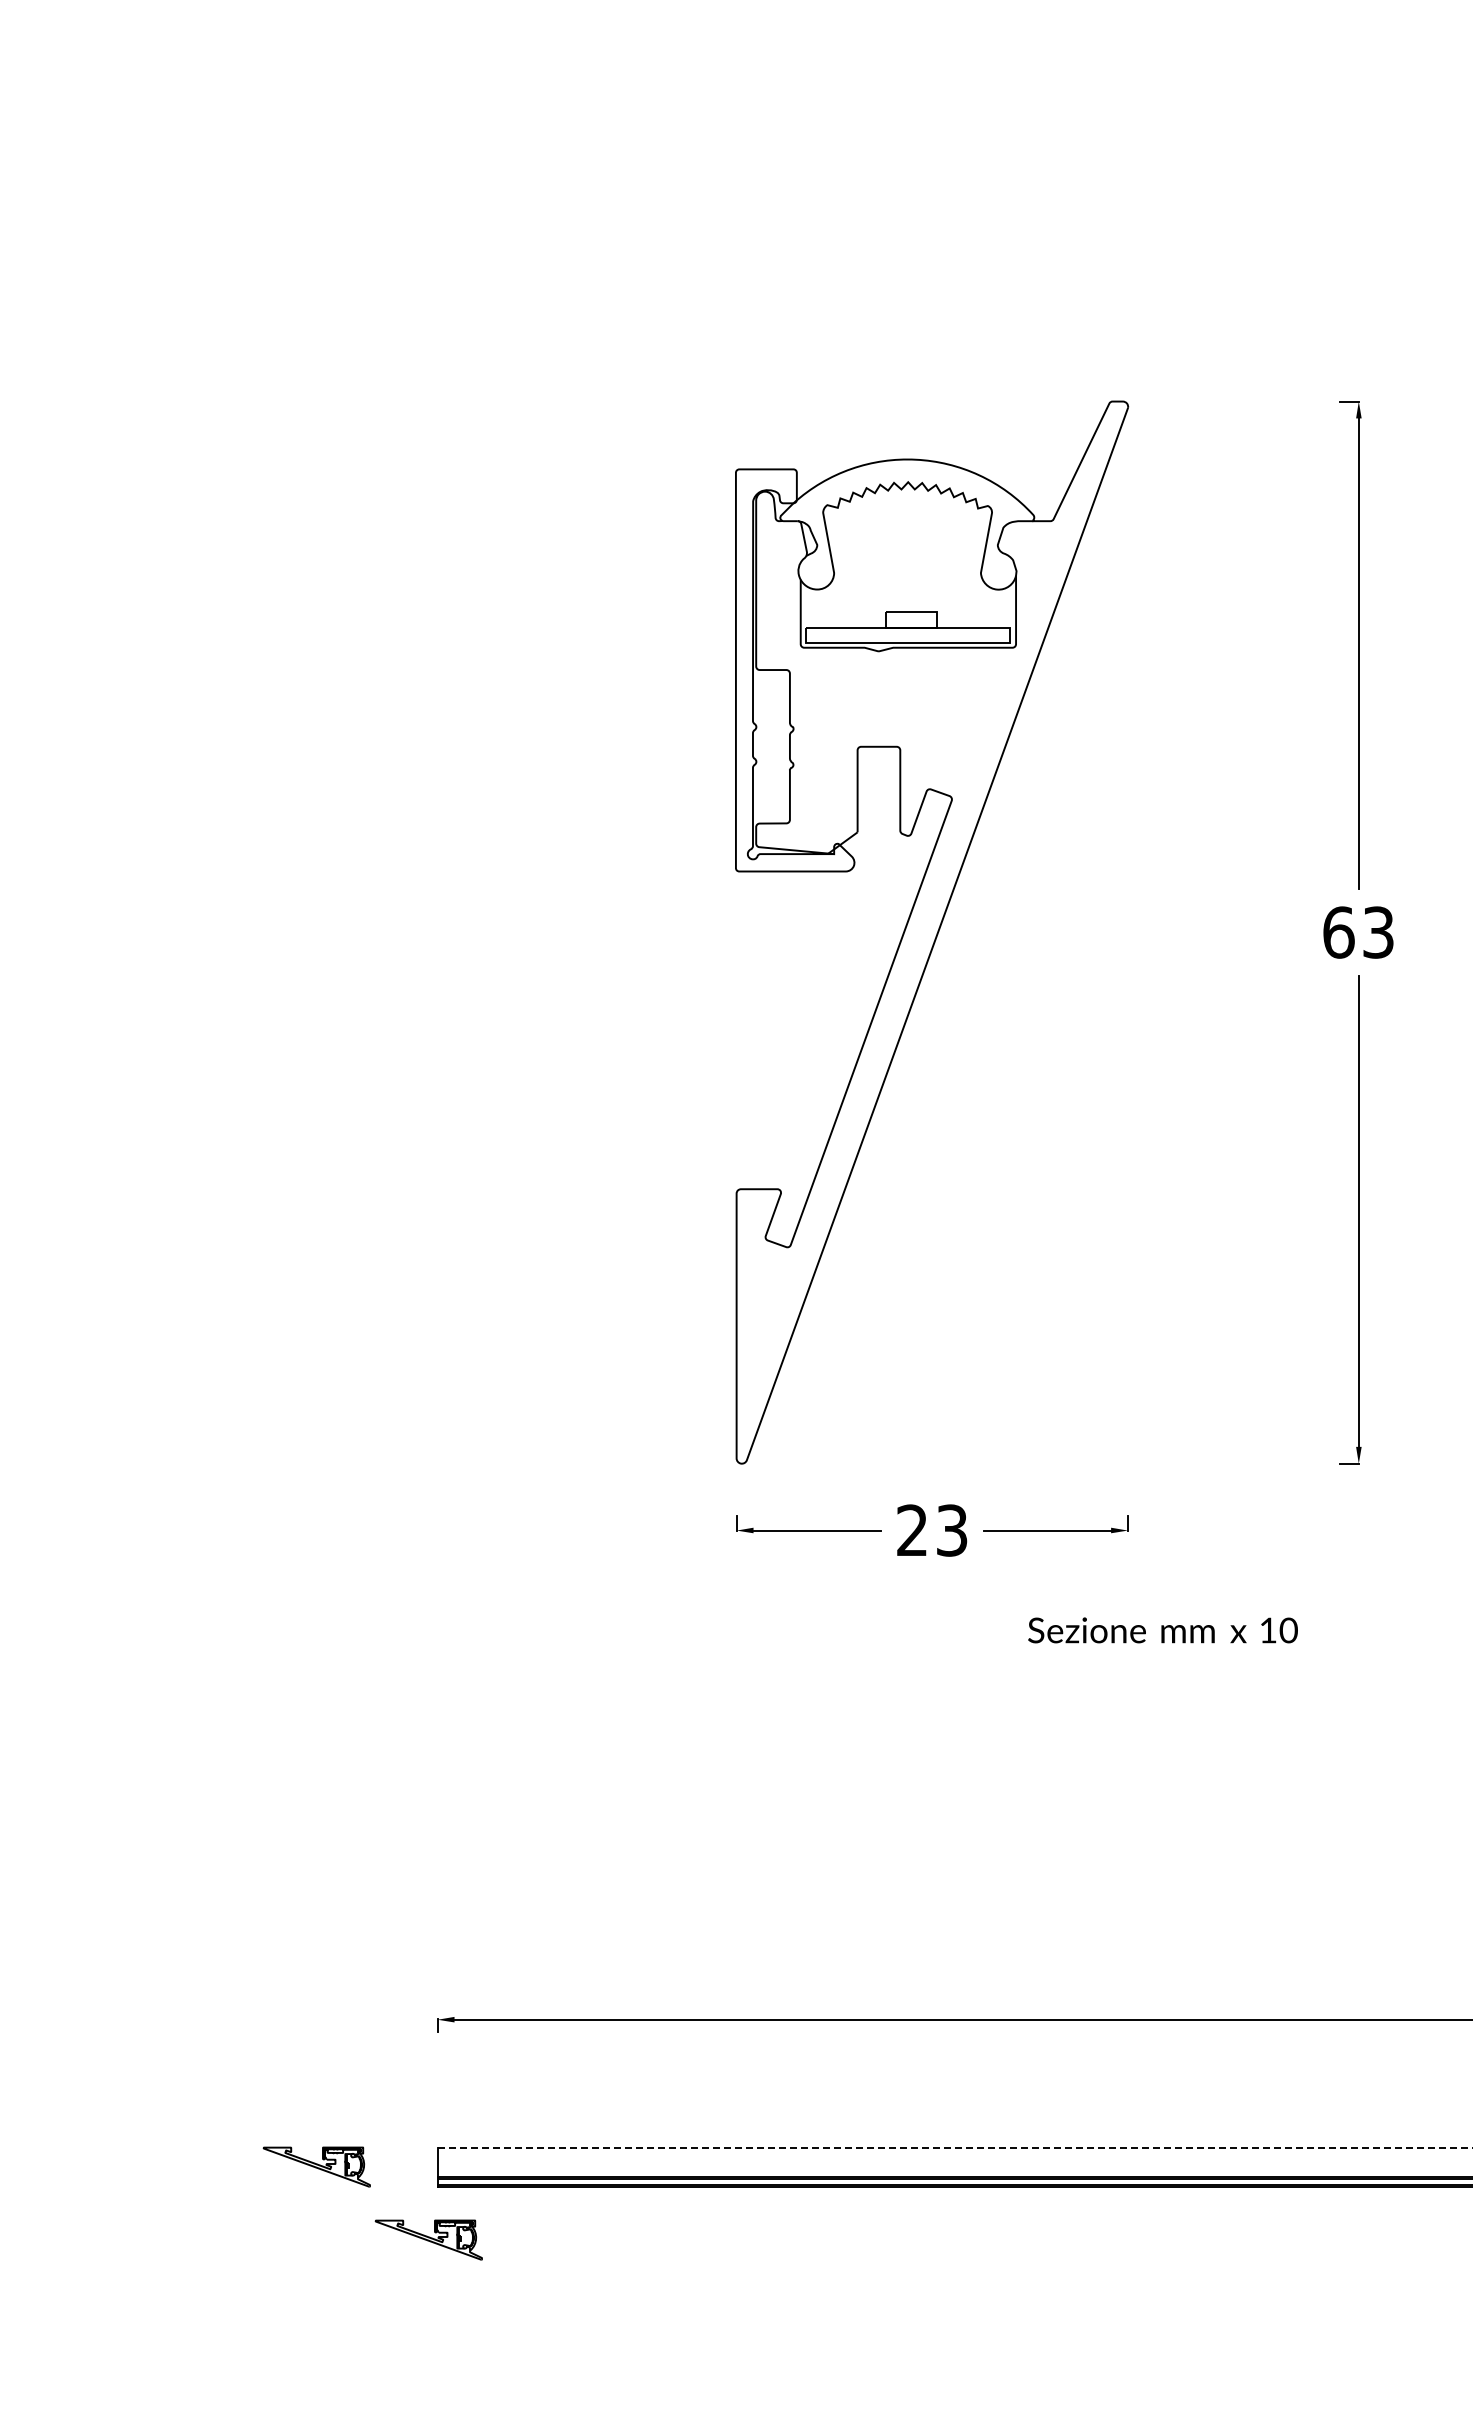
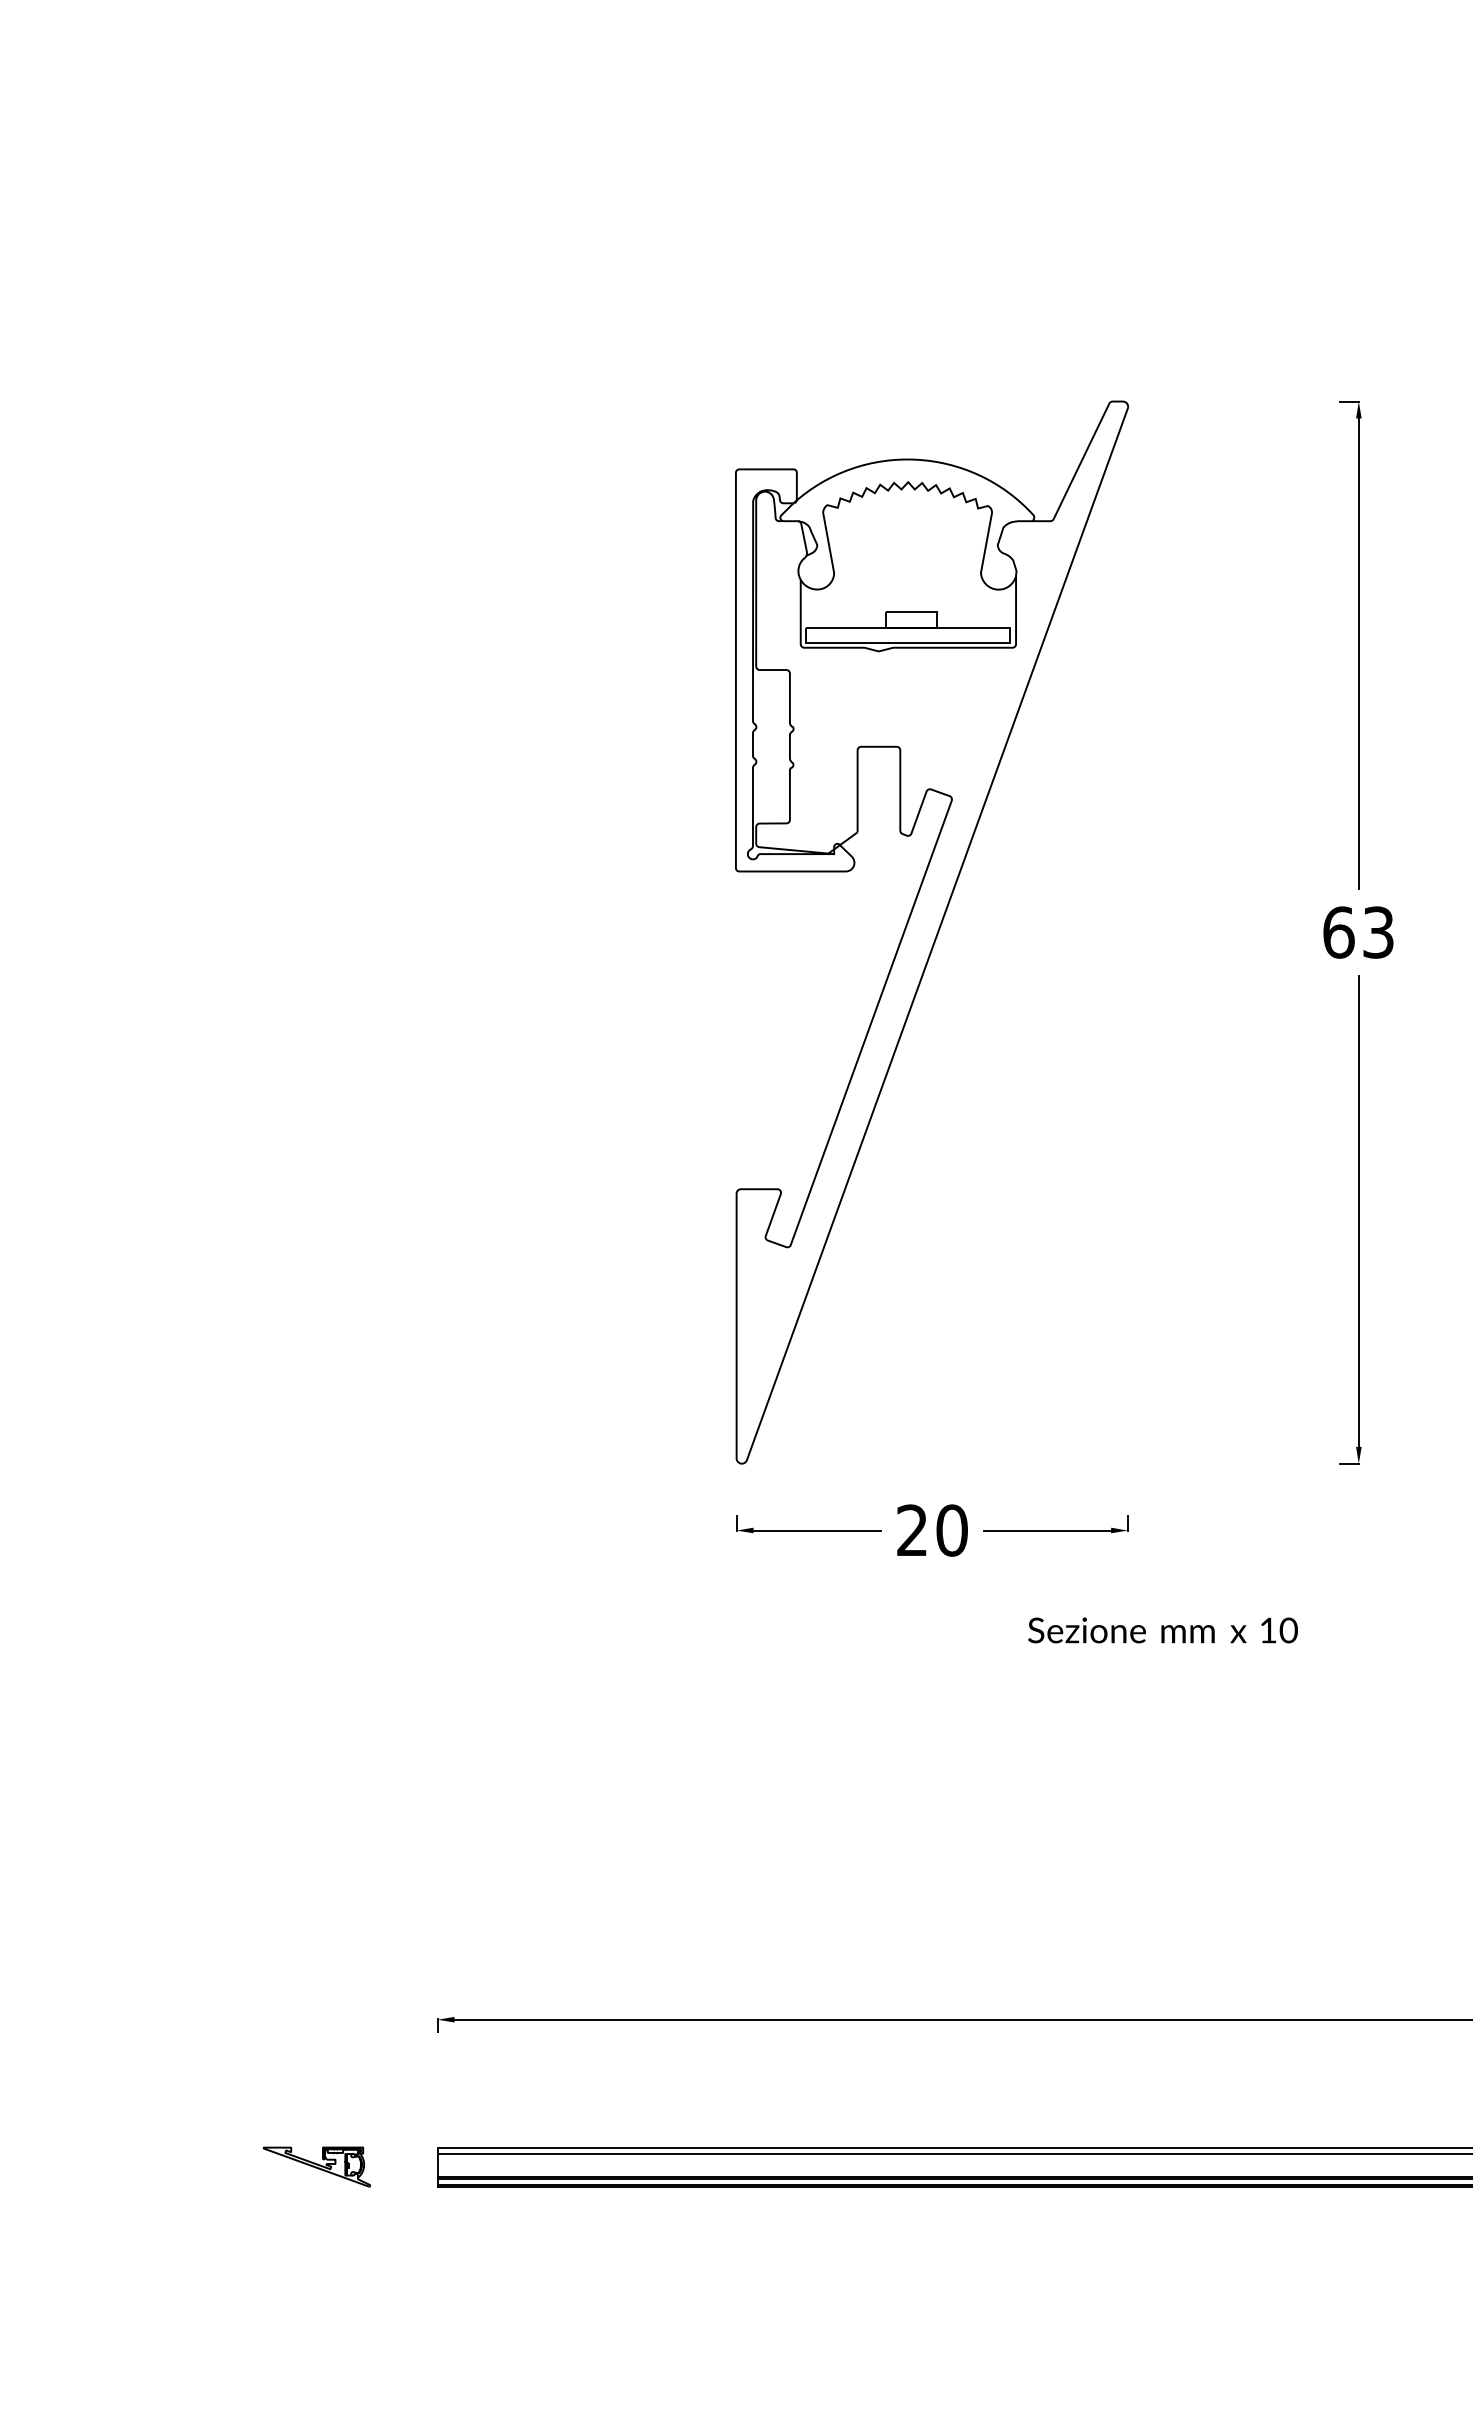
text at (951, 1530): 23 -> 20
line at (955, 2147): dashed -> solid
line at (953, 2153): none -> present
part at (428, 2239): present -> none
